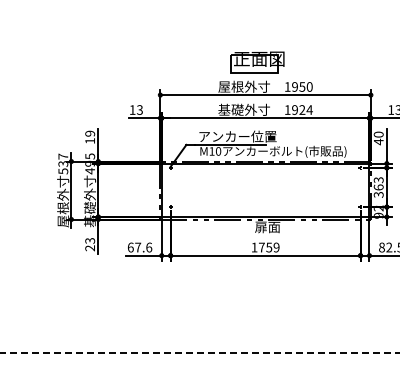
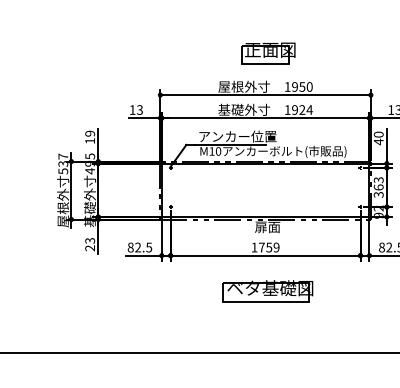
part at (257, 62) position: (257, 62) -> (268, 53)
text at (139, 247): 67.6 -> 82.5
part at (267, 291): none -> present
line at (200, 352): dashed -> solid
